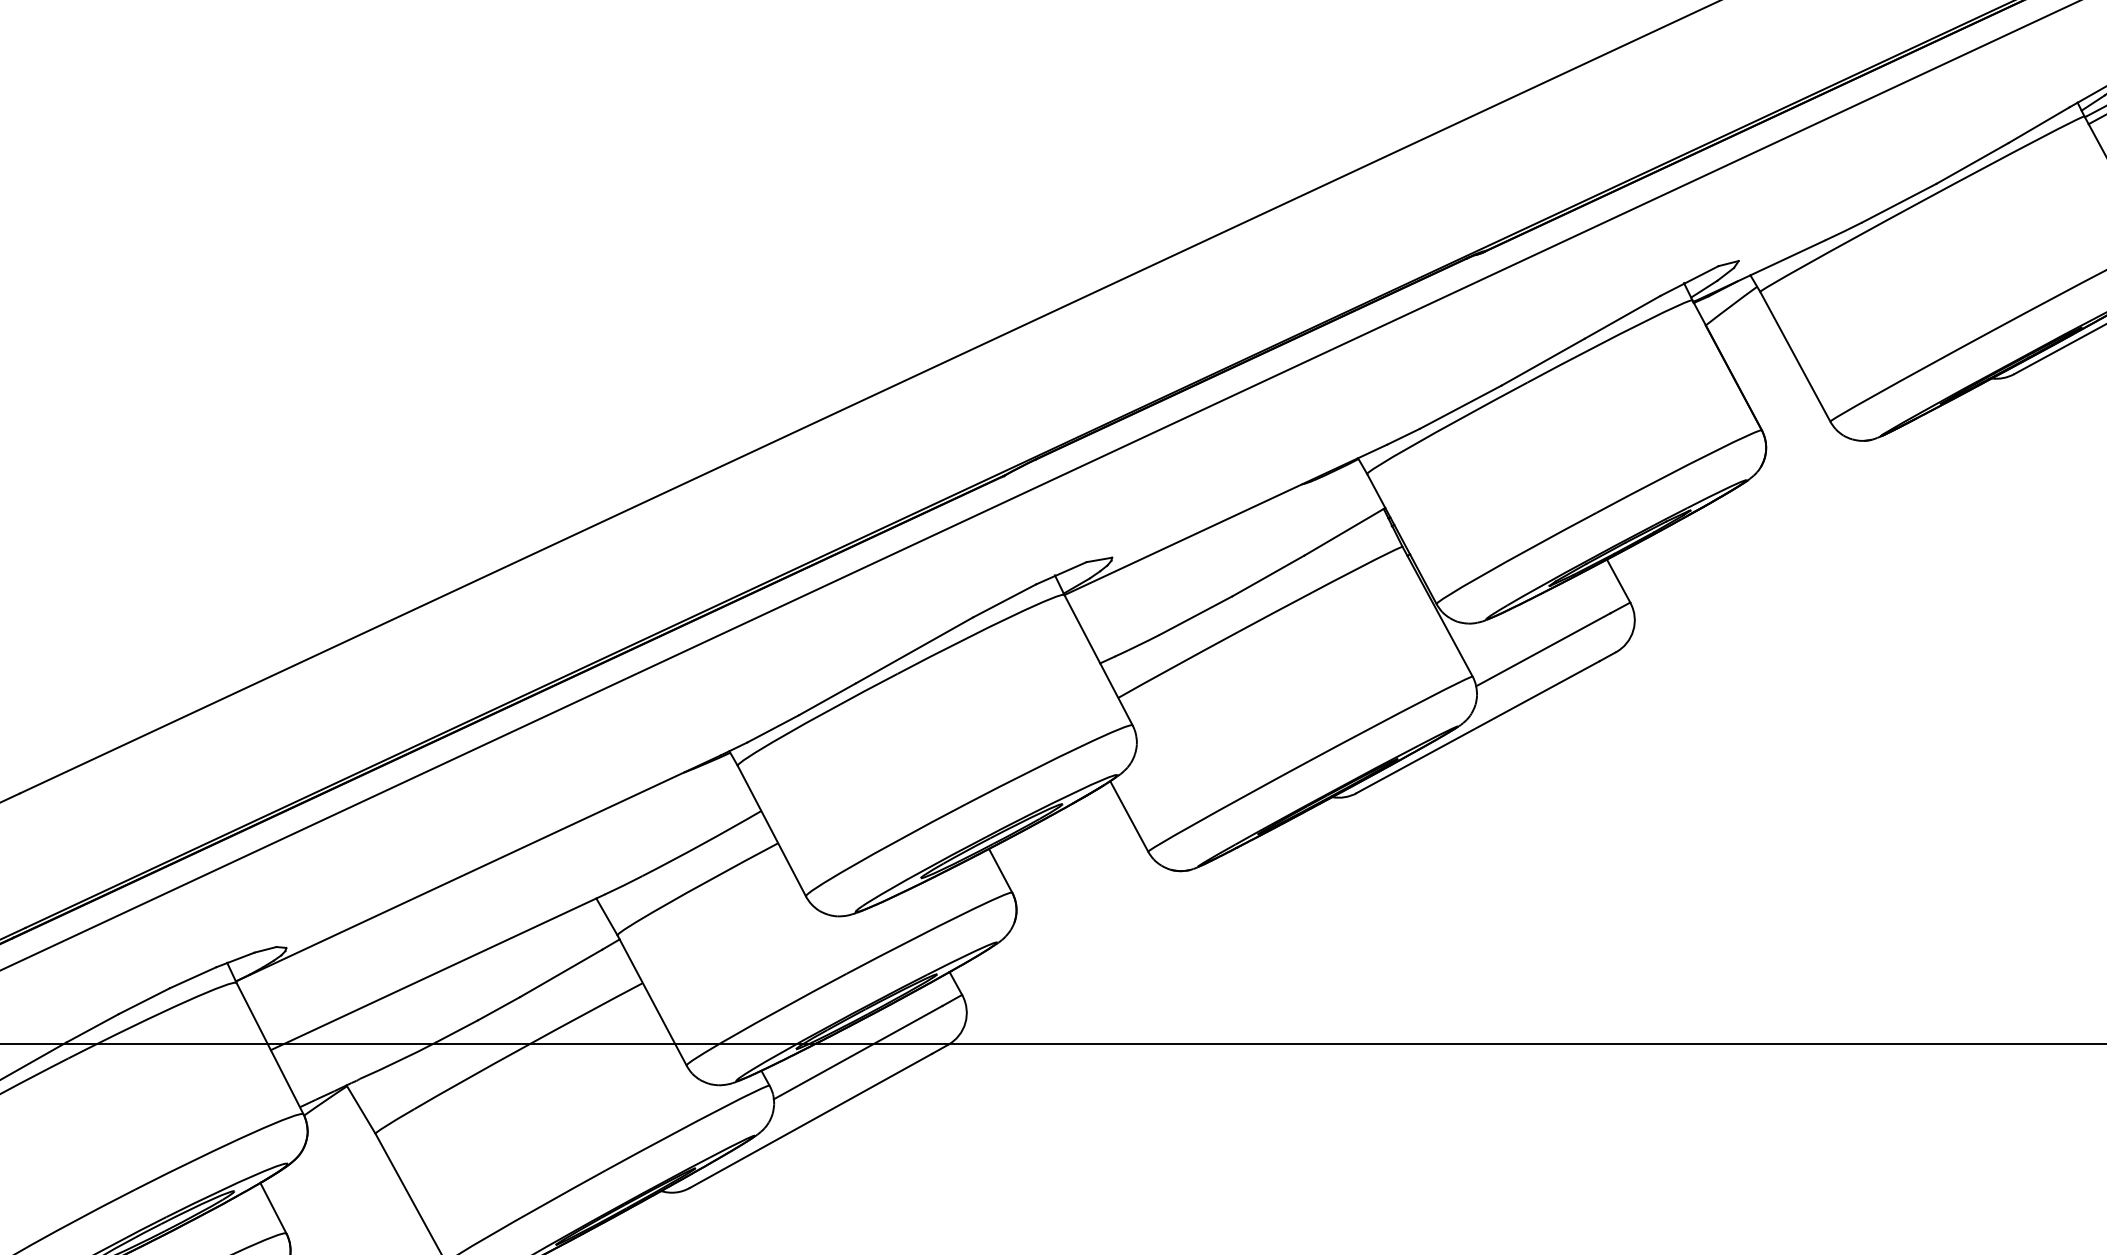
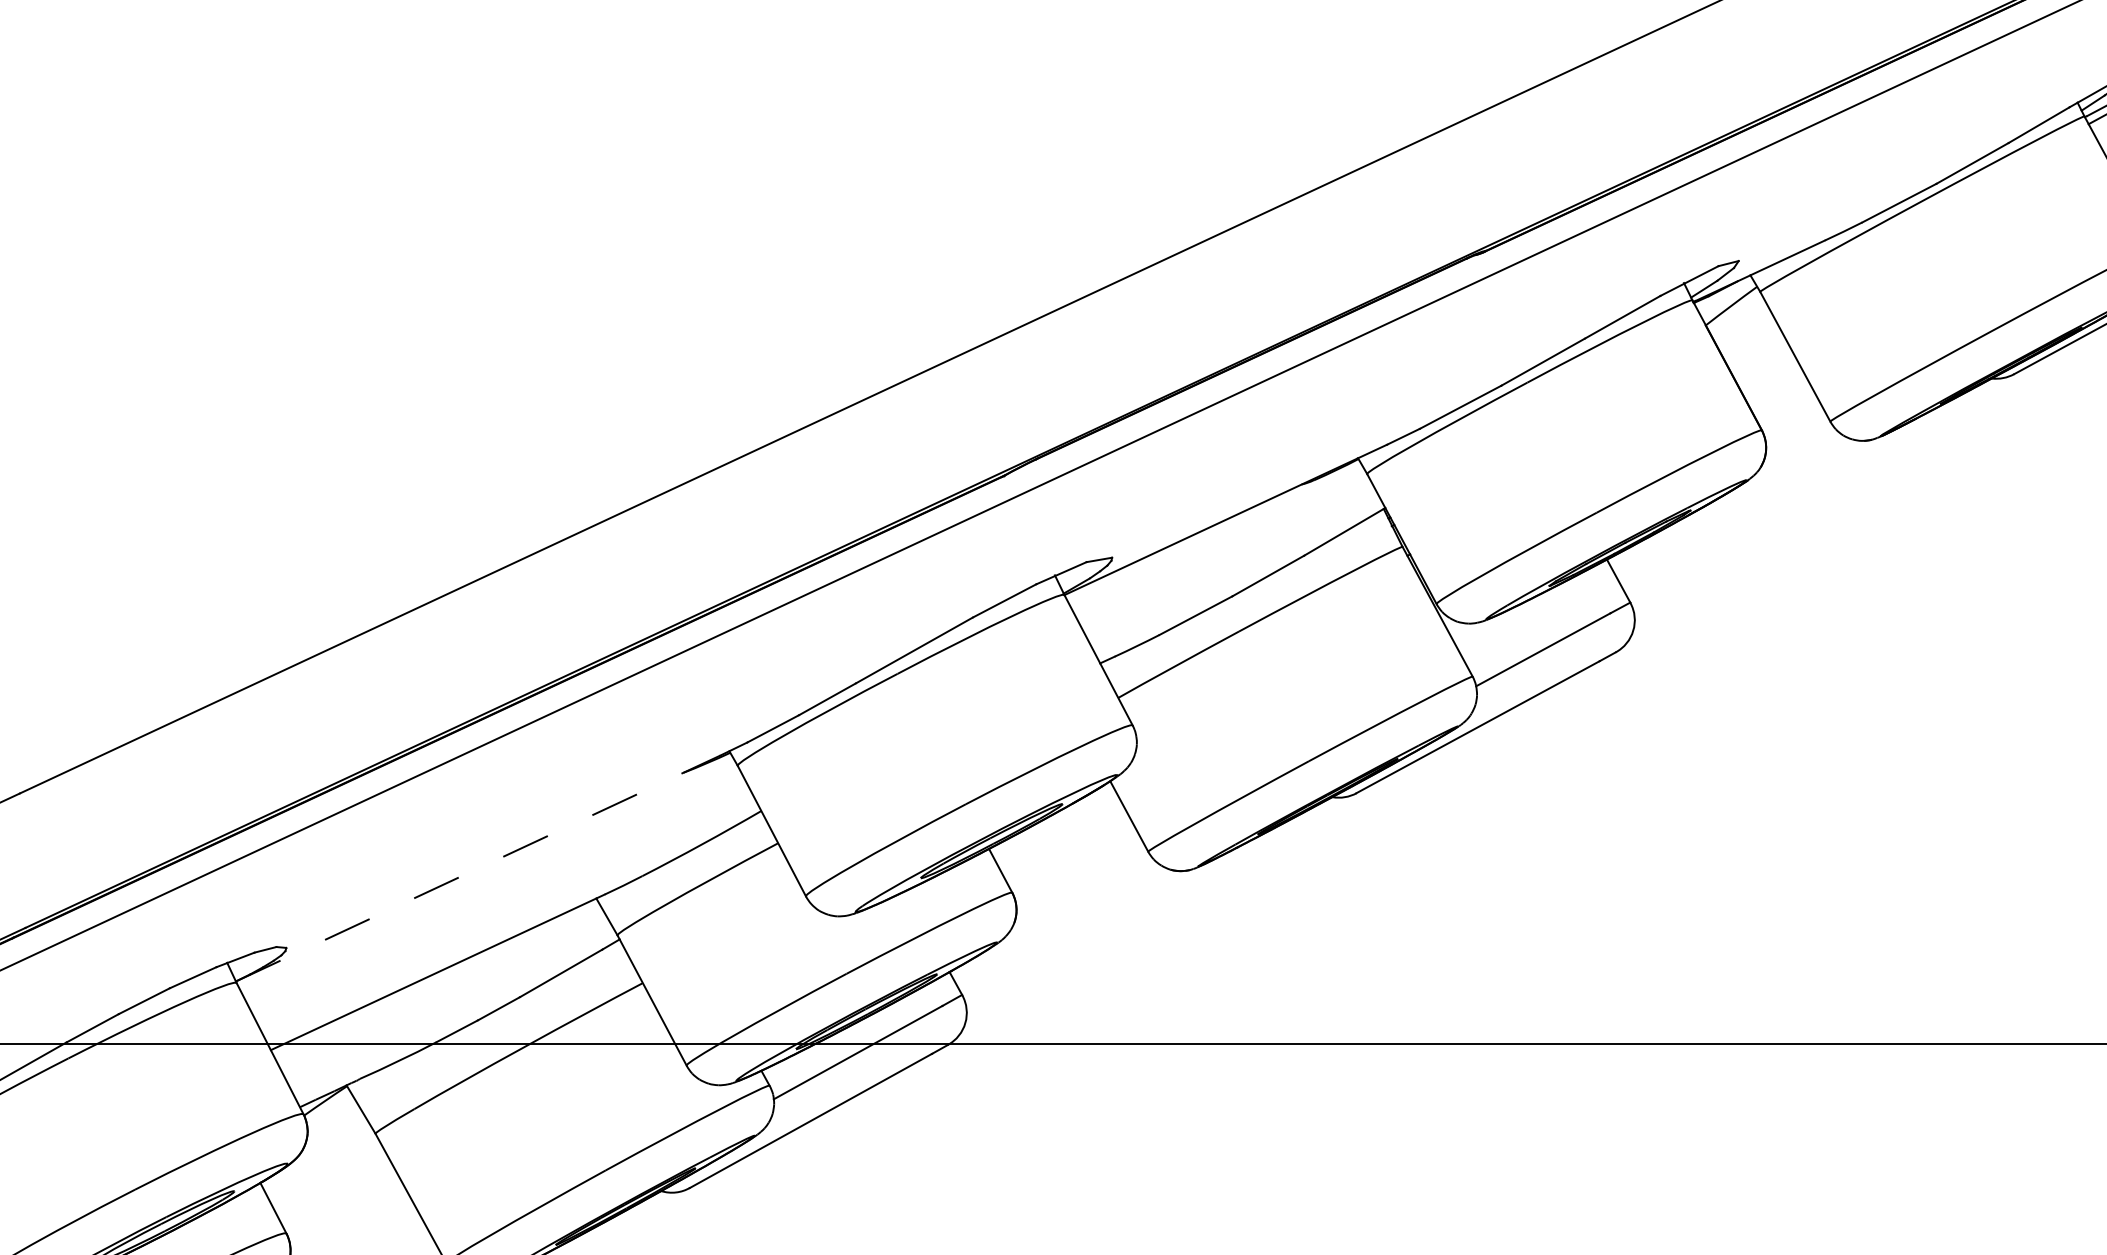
line at (478, 868): solid -> dashed
